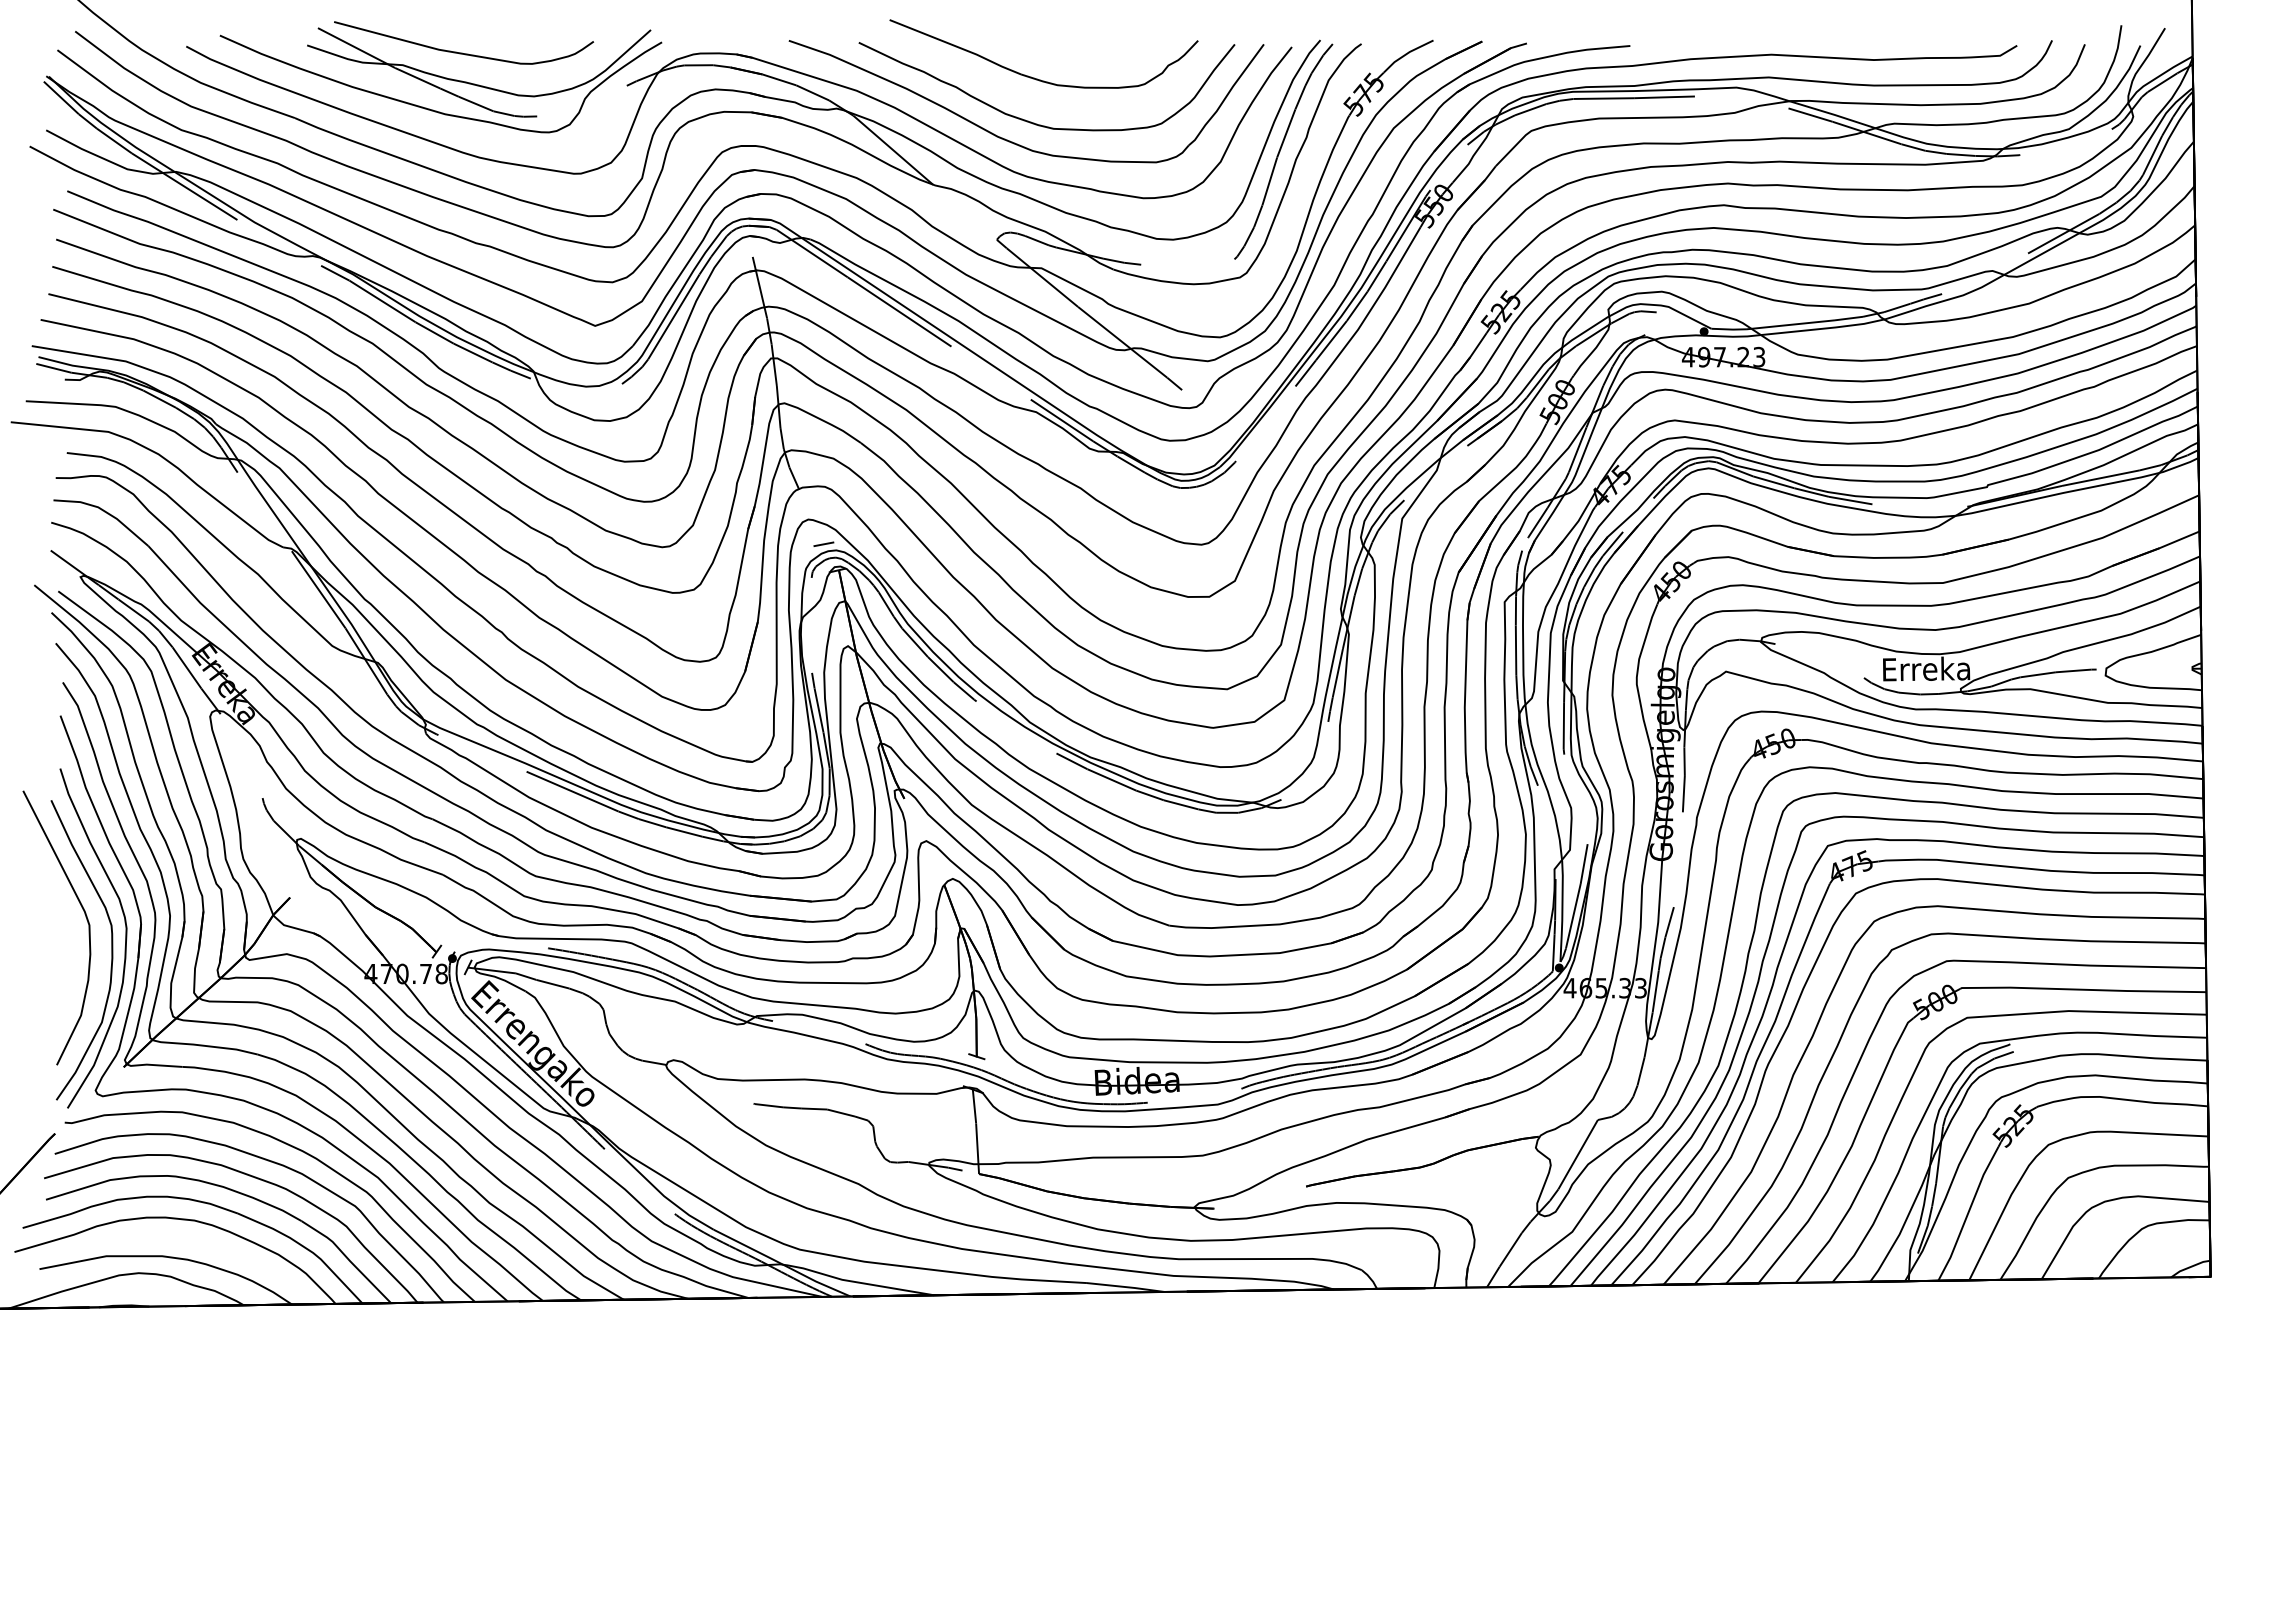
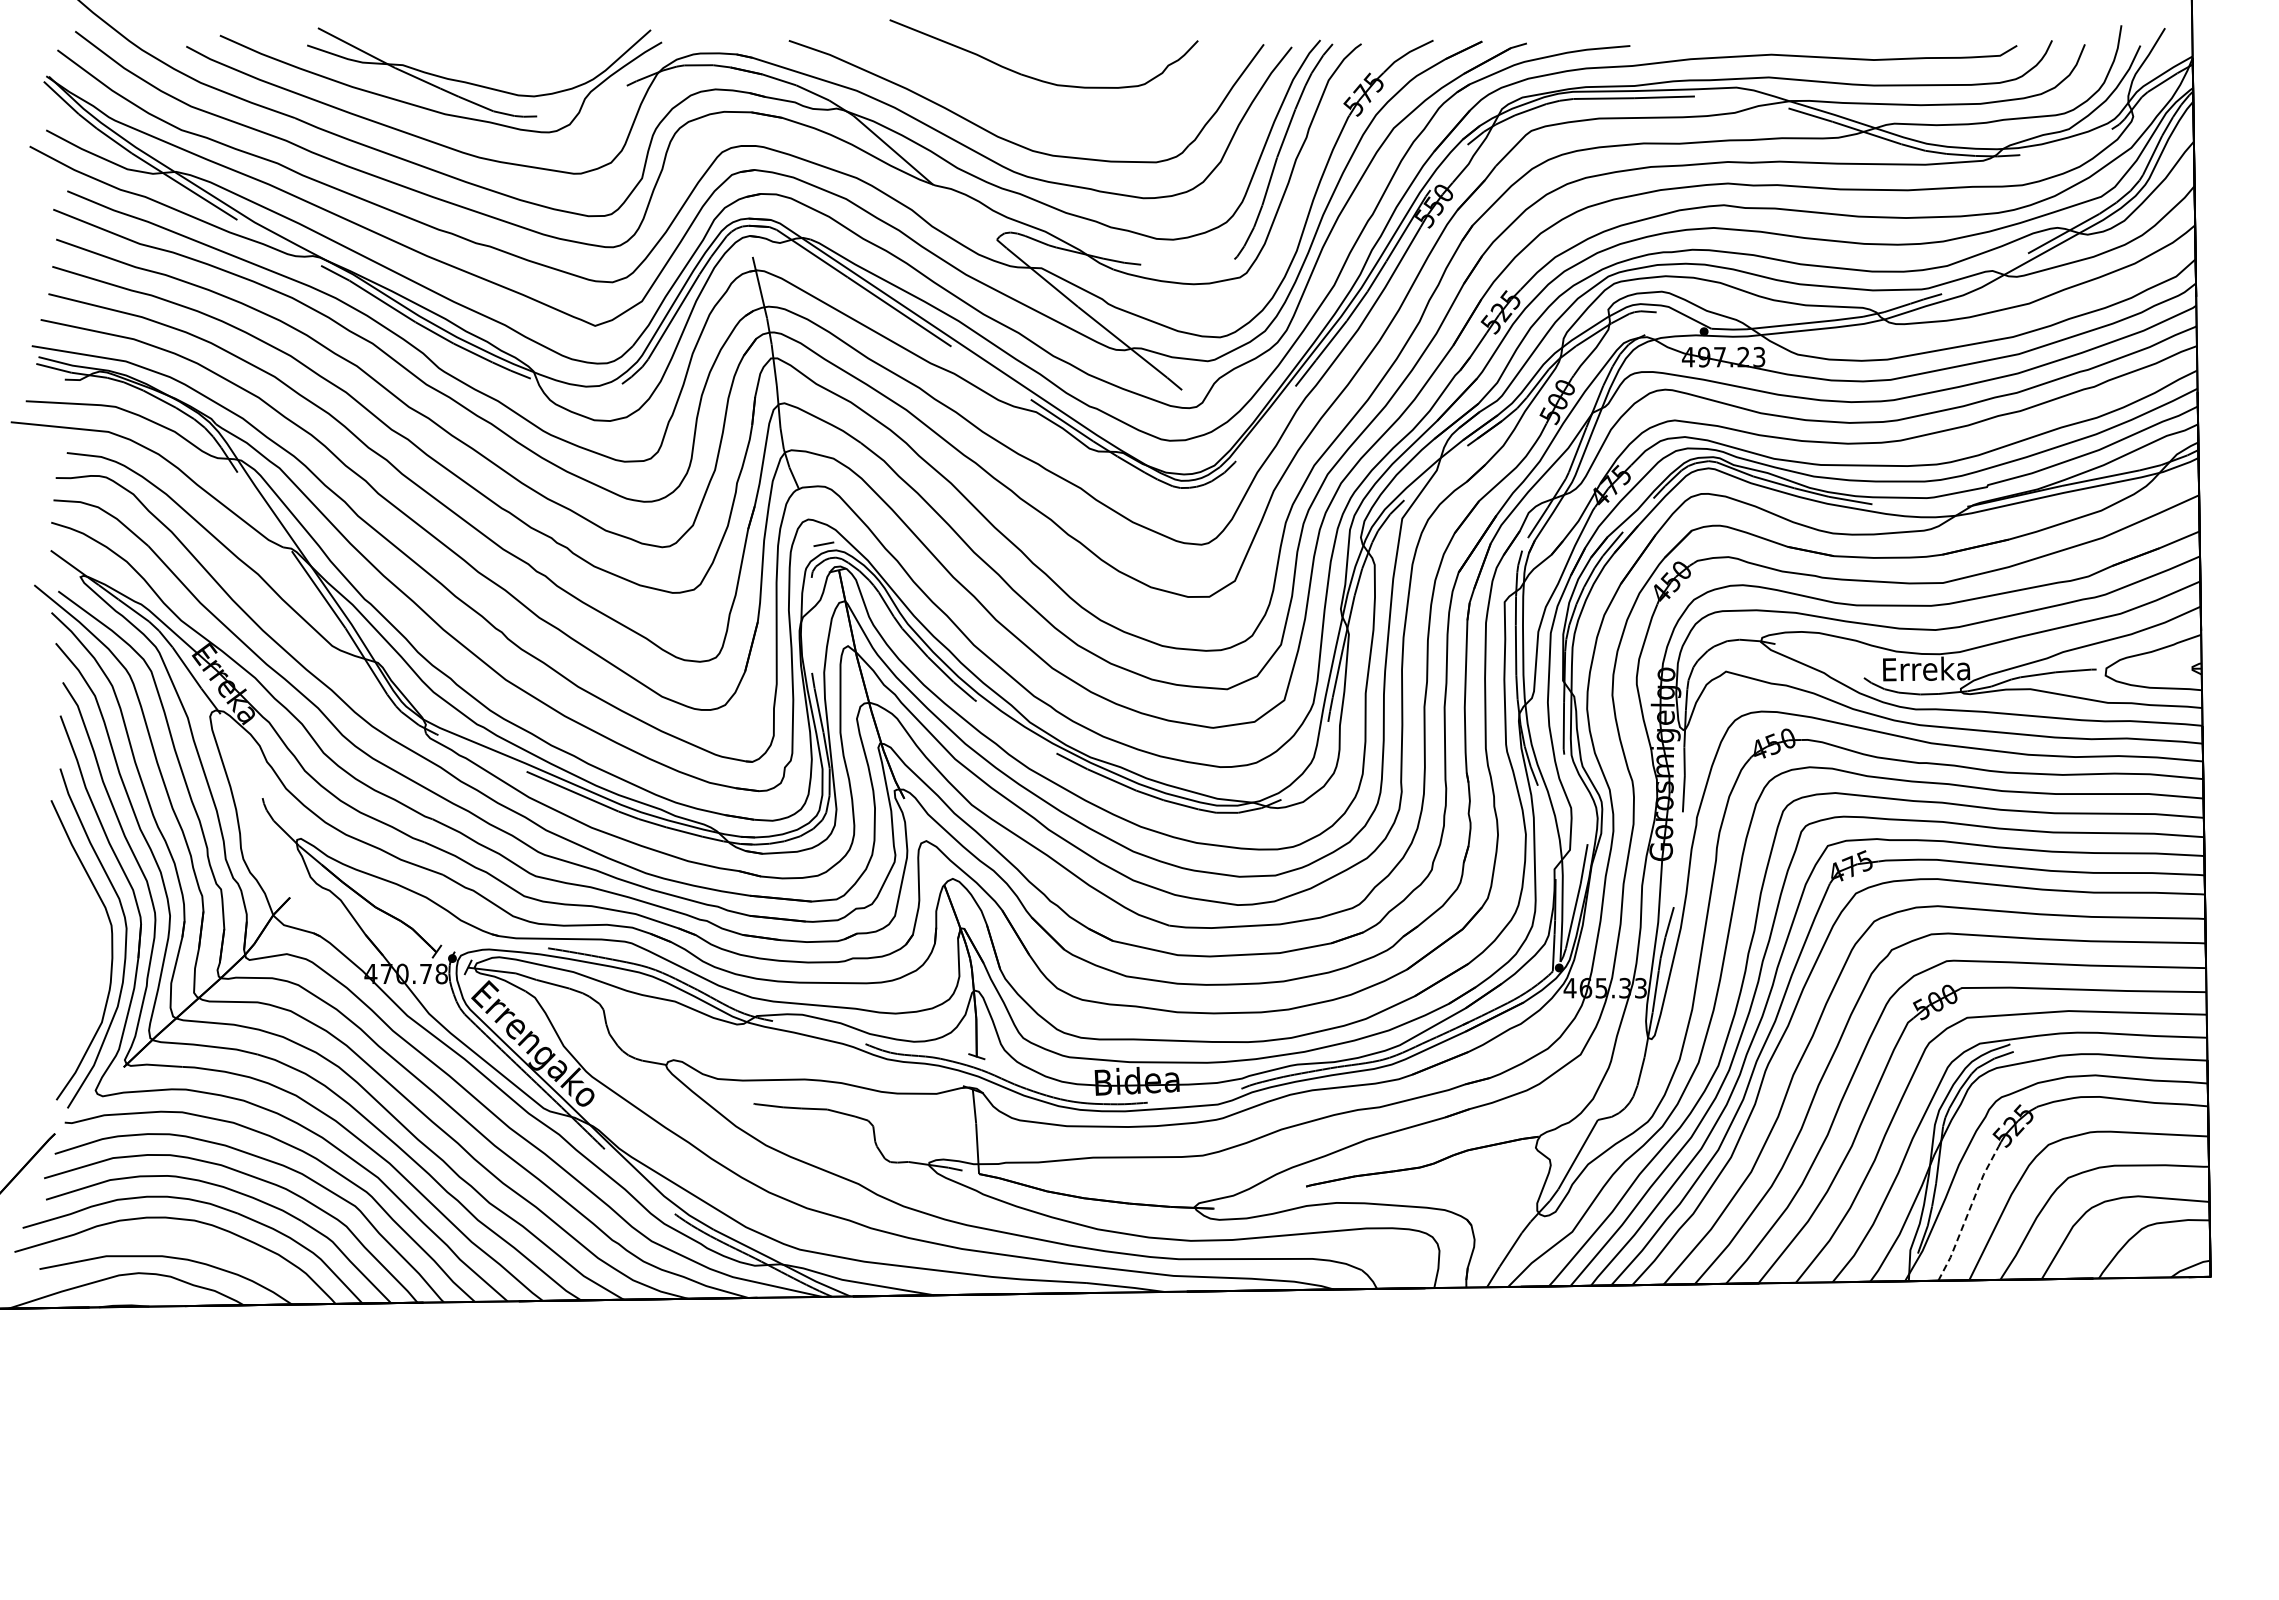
curve at (462, 52): present -> none
curve at (1034, 122): present -> none
curve at (85, 917): present -> none
line at (1968, 1213): solid -> dashed
